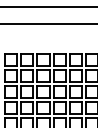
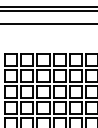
line at (48, 10): none -> present
